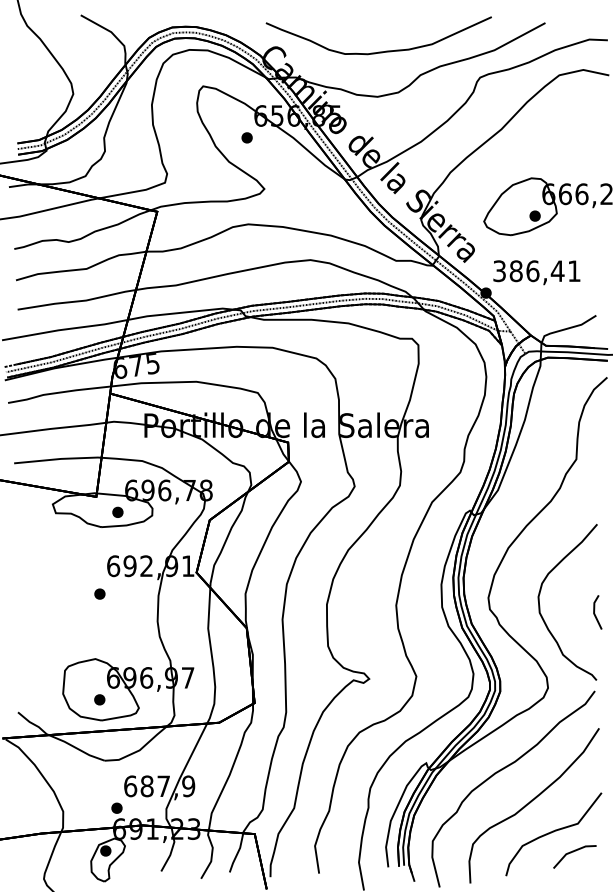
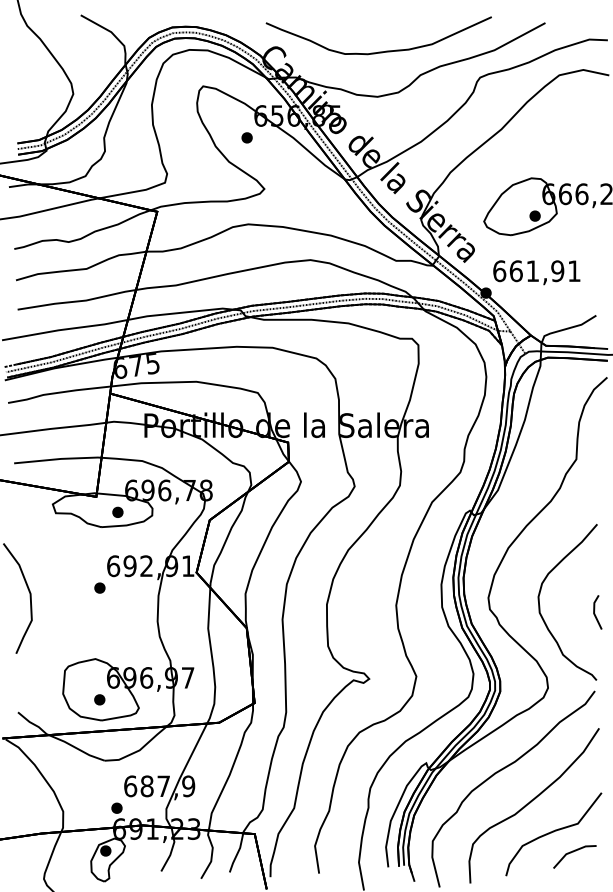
text at (528, 271): 386,41 -> 661,91
part at (99, 593) position: (99, 593) -> (99, 587)
curve at (29, 598): none -> present
